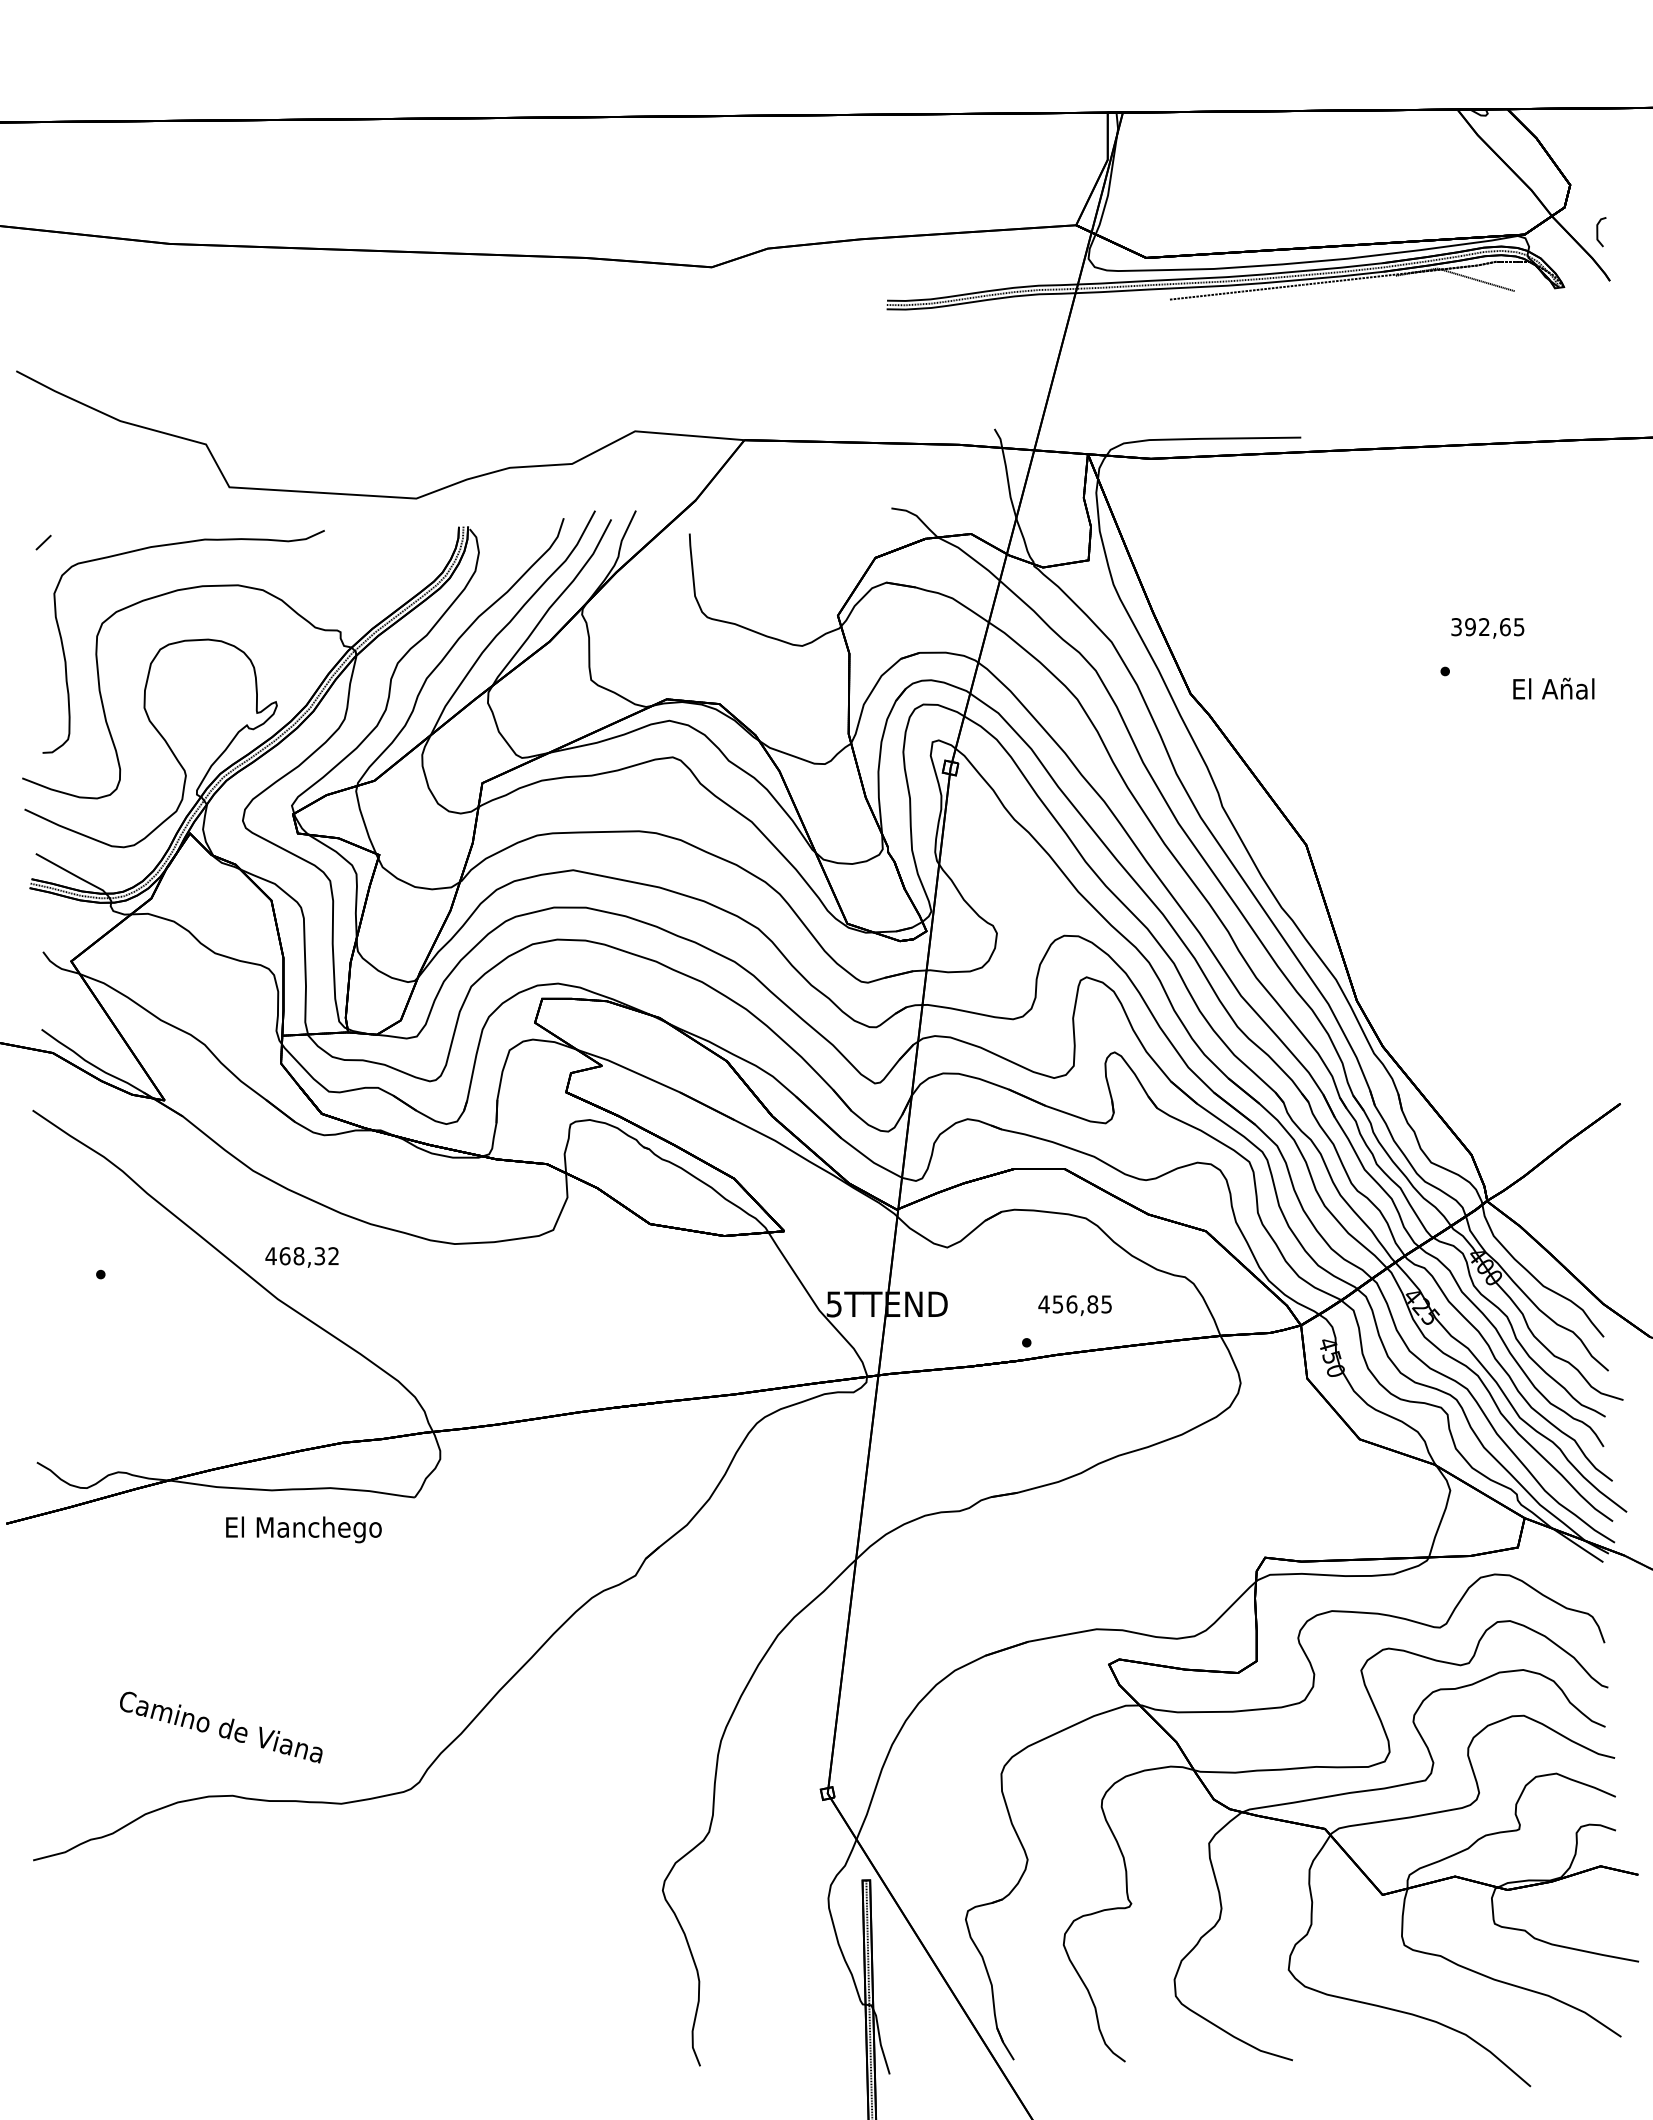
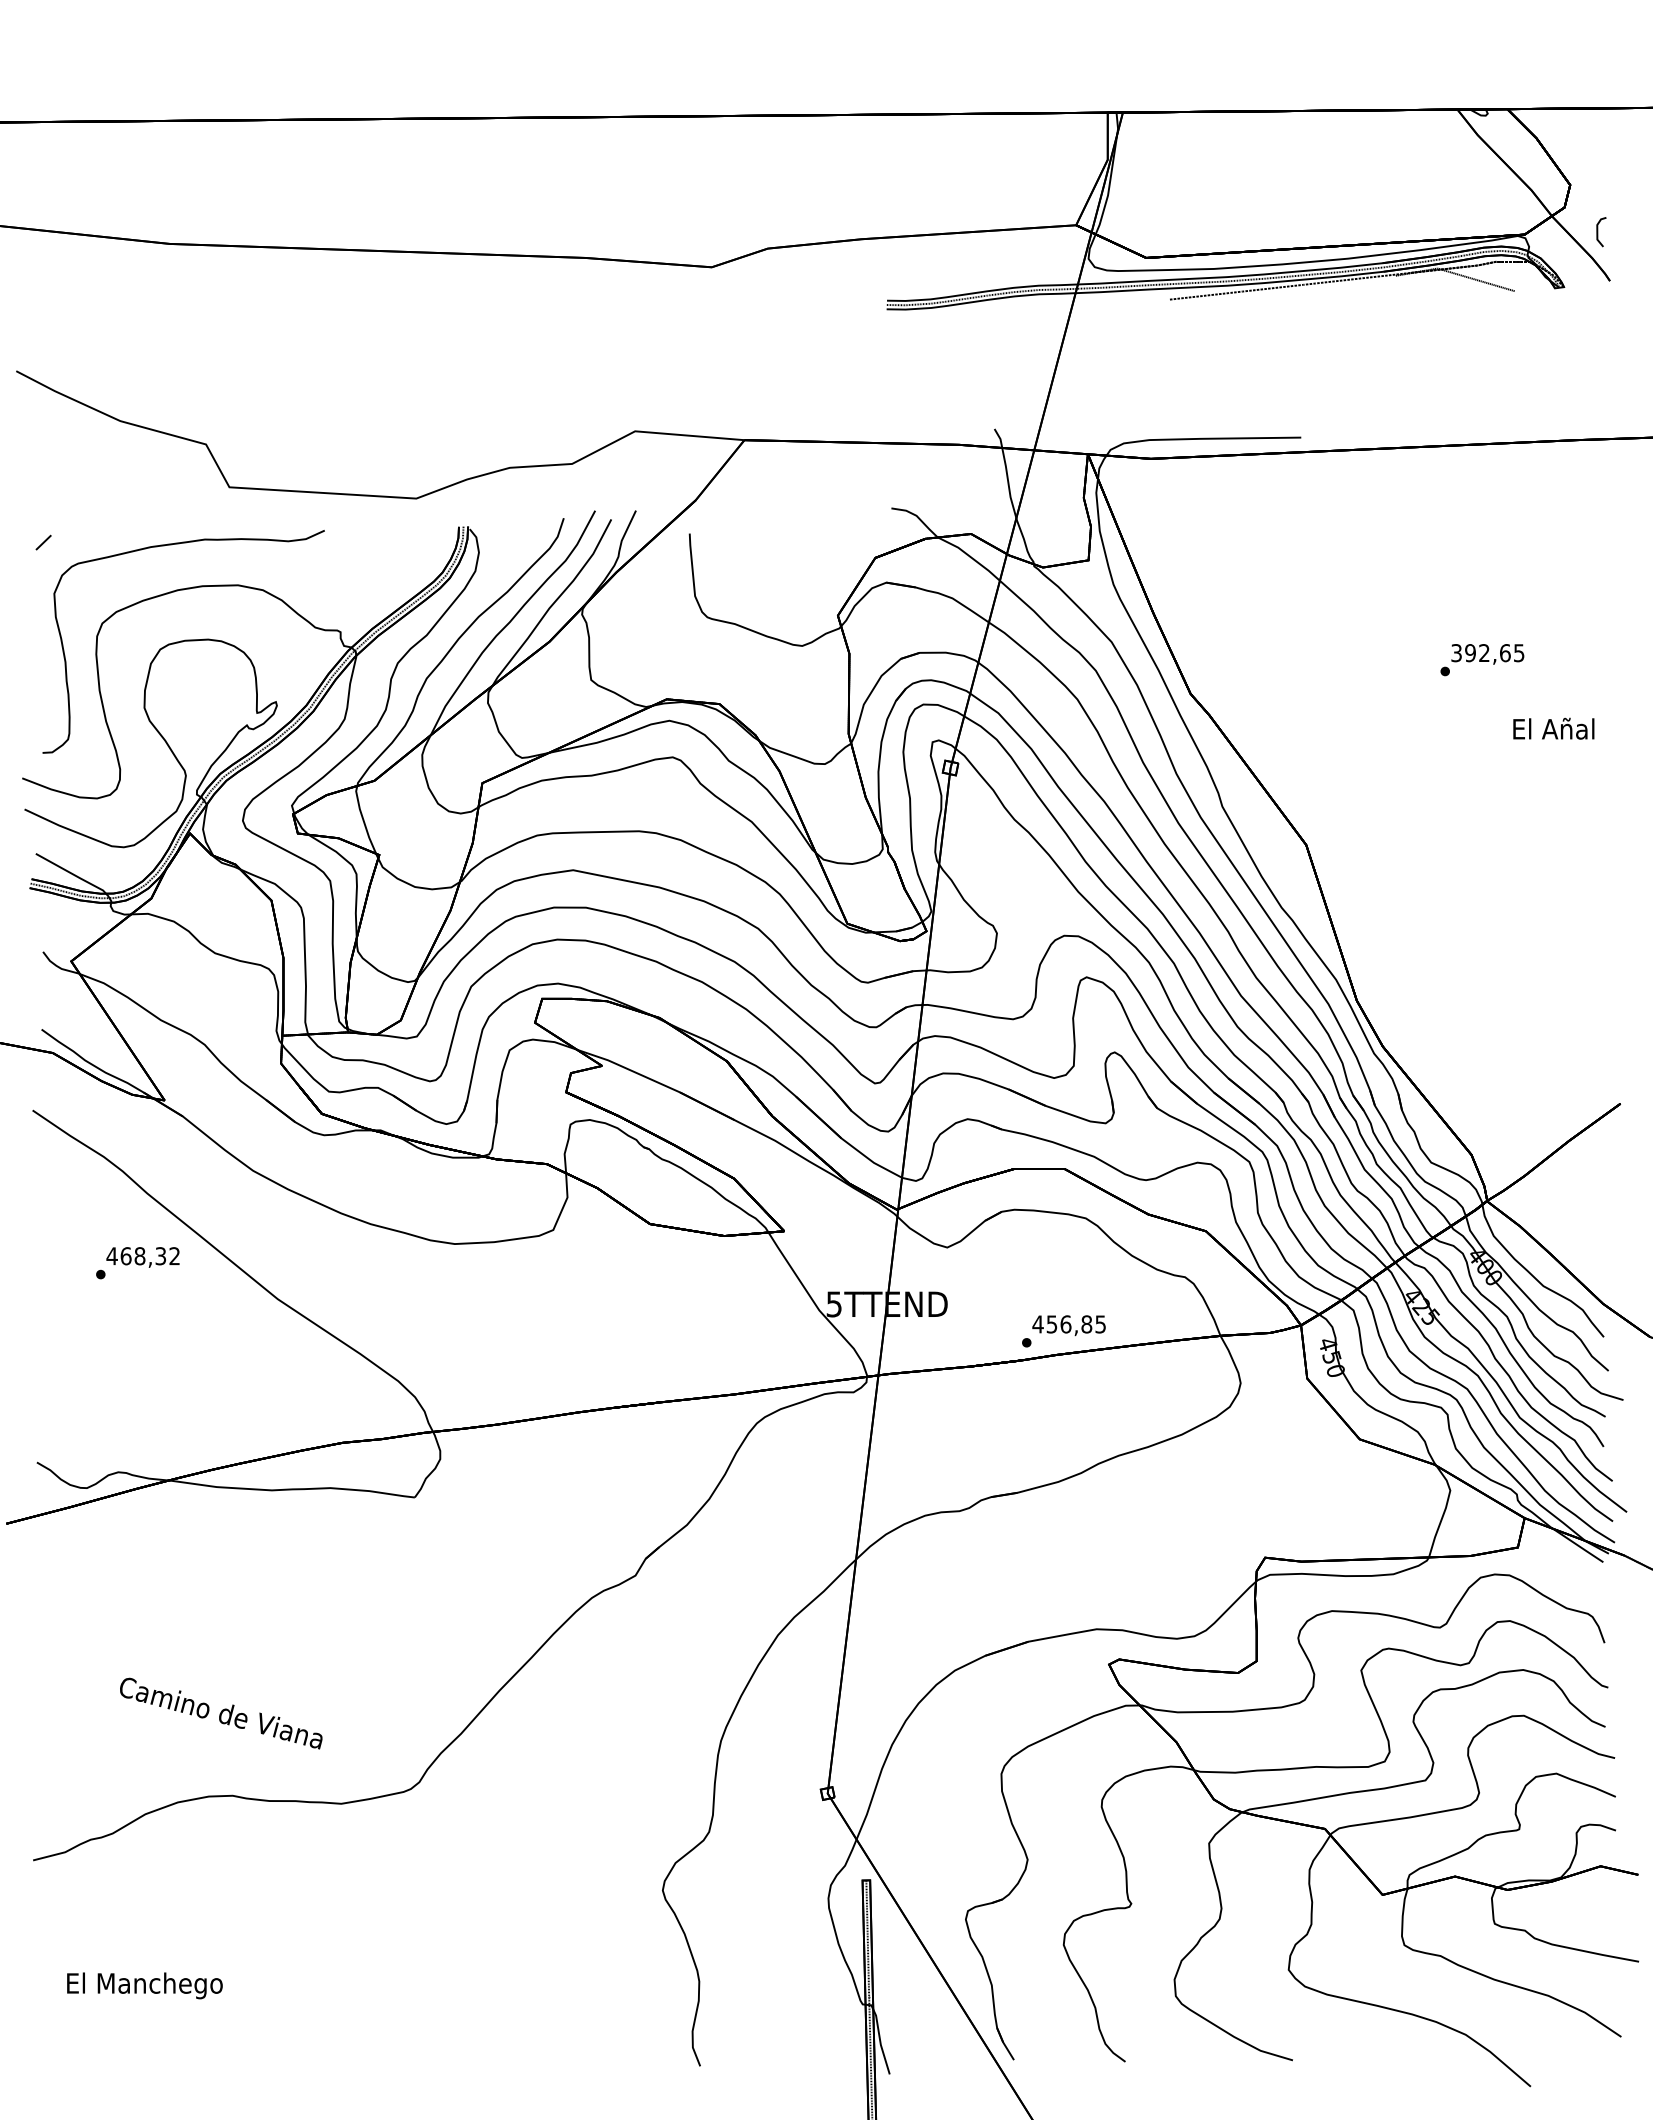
text at (1487, 628) position: (1487, 628) -> (1487, 654)
text at (1553, 688) position: (1553, 688) -> (1553, 728)
text at (301, 1257) position: (301, 1257) -> (142, 1257)
text at (1074, 1305) position: (1074, 1305) -> (1068, 1325)
text at (303, 1529) position: (303, 1529) -> (144, 1985)
text at (221, 1727) position: (221, 1727) -> (221, 1713)
